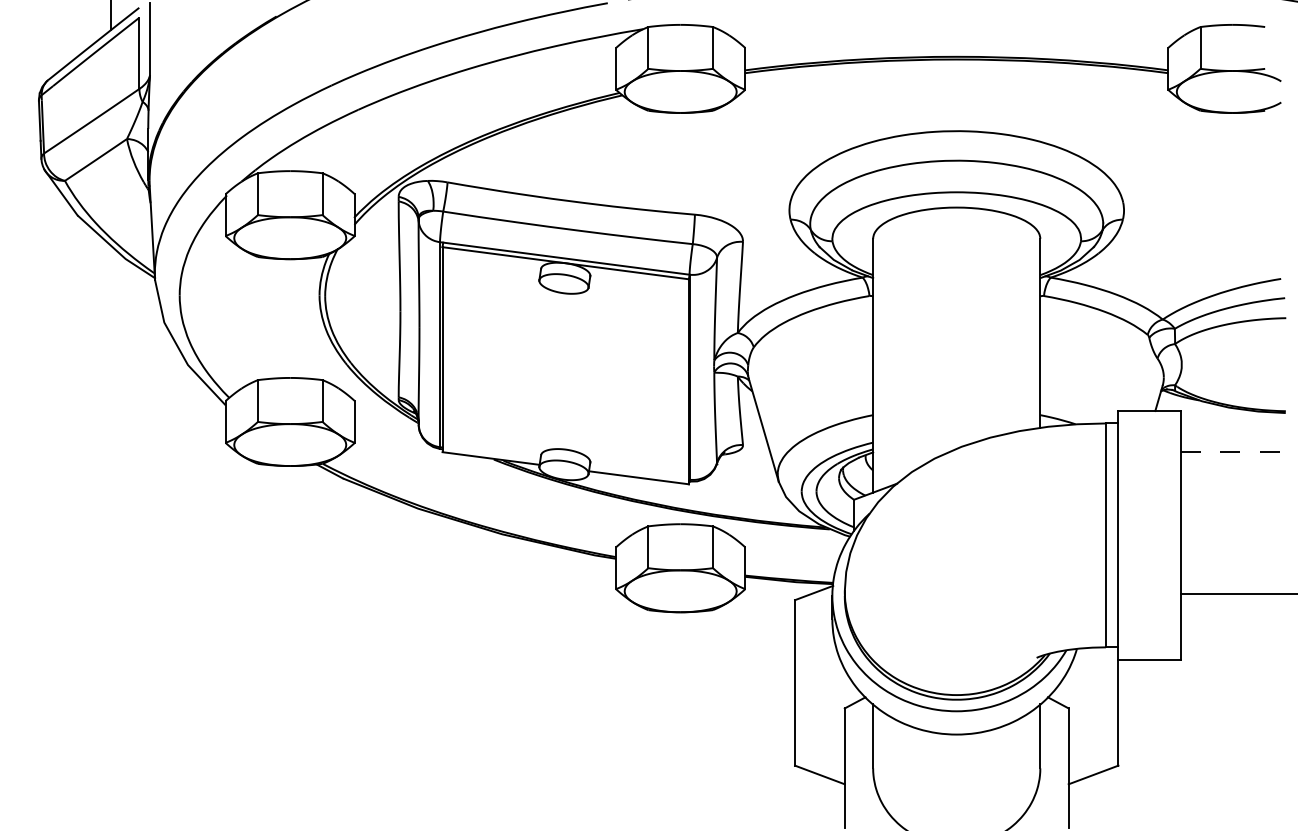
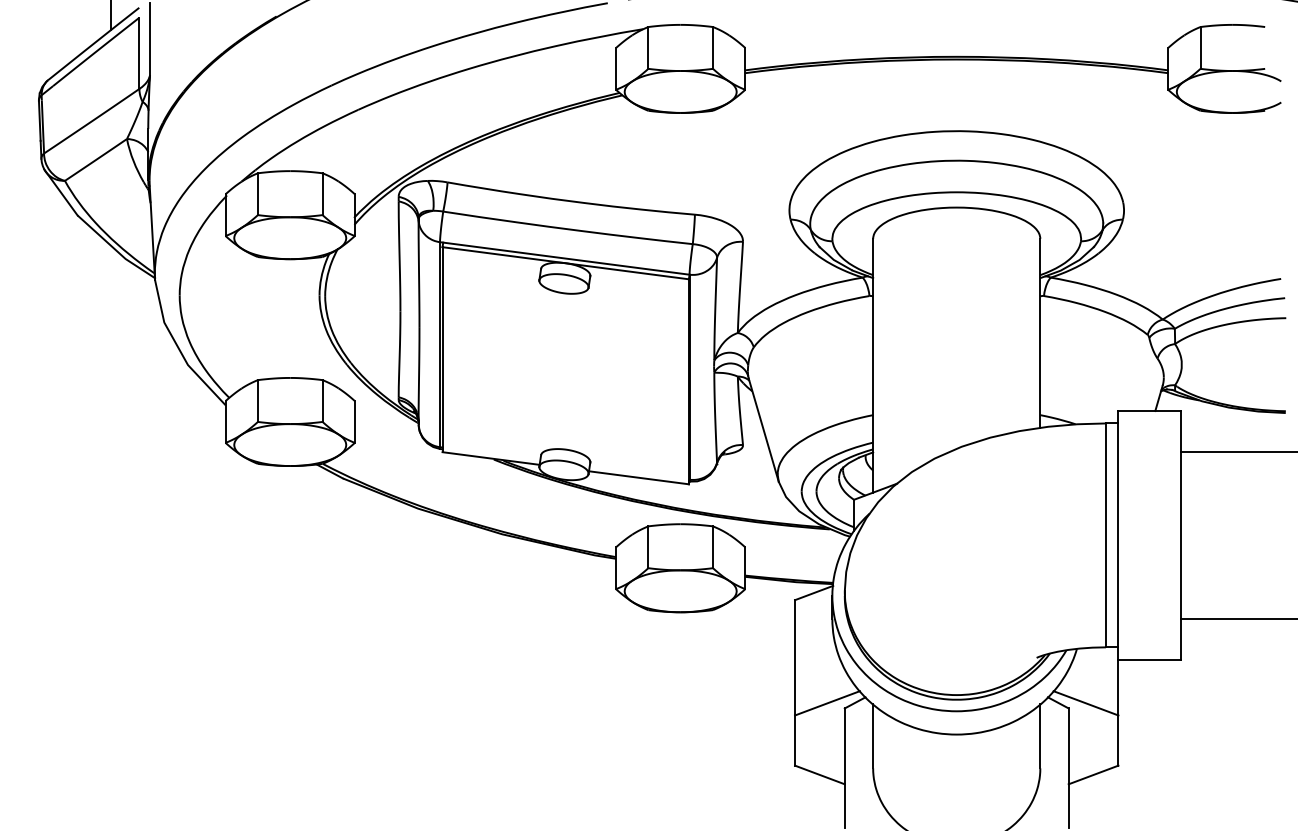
line at (1238, 451): dashed -> solid
line at (1237, 593) position: (1237, 593) -> (1237, 618)
line at (827, 703): none -> present
line at (1085, 703): none -> present
